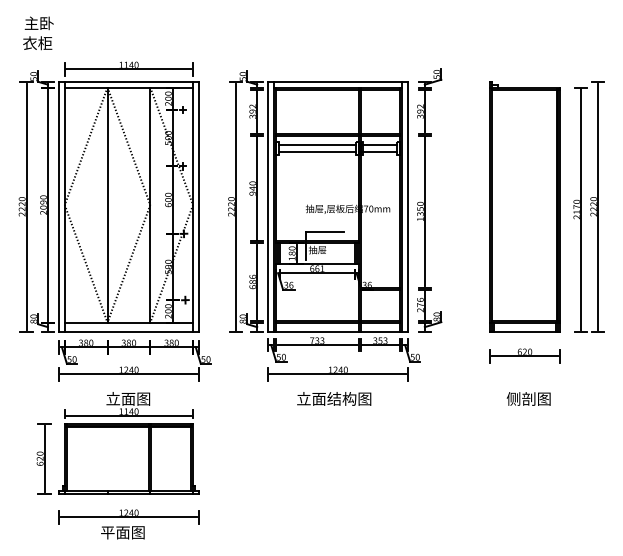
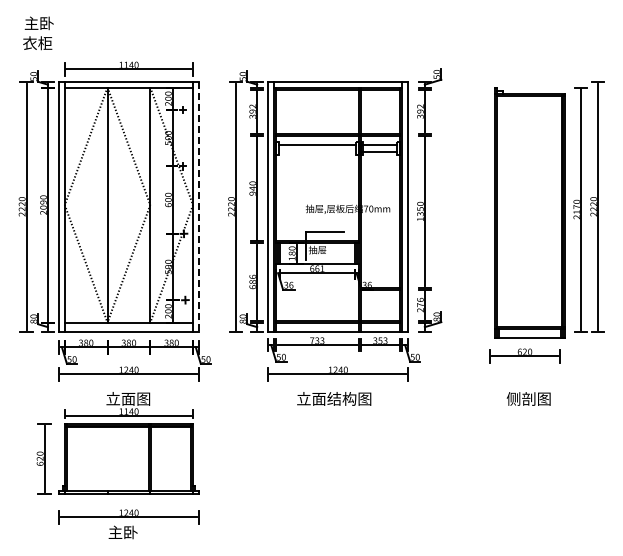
line at (316, 151): present -> none
line at (198, 206): solid -> dashed
part at (524, 206) position: (524, 206) -> (529, 212)
text at (122, 532): 平面图 -> 主卧
